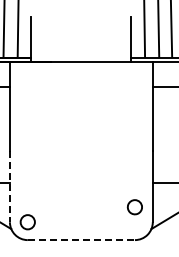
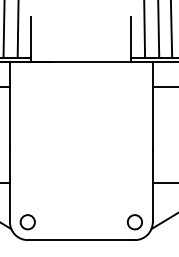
line at (9, 186): dashed -> solid
part at (134, 207) position: (134, 207) -> (134, 222)
line at (81, 240): dashed -> solid
